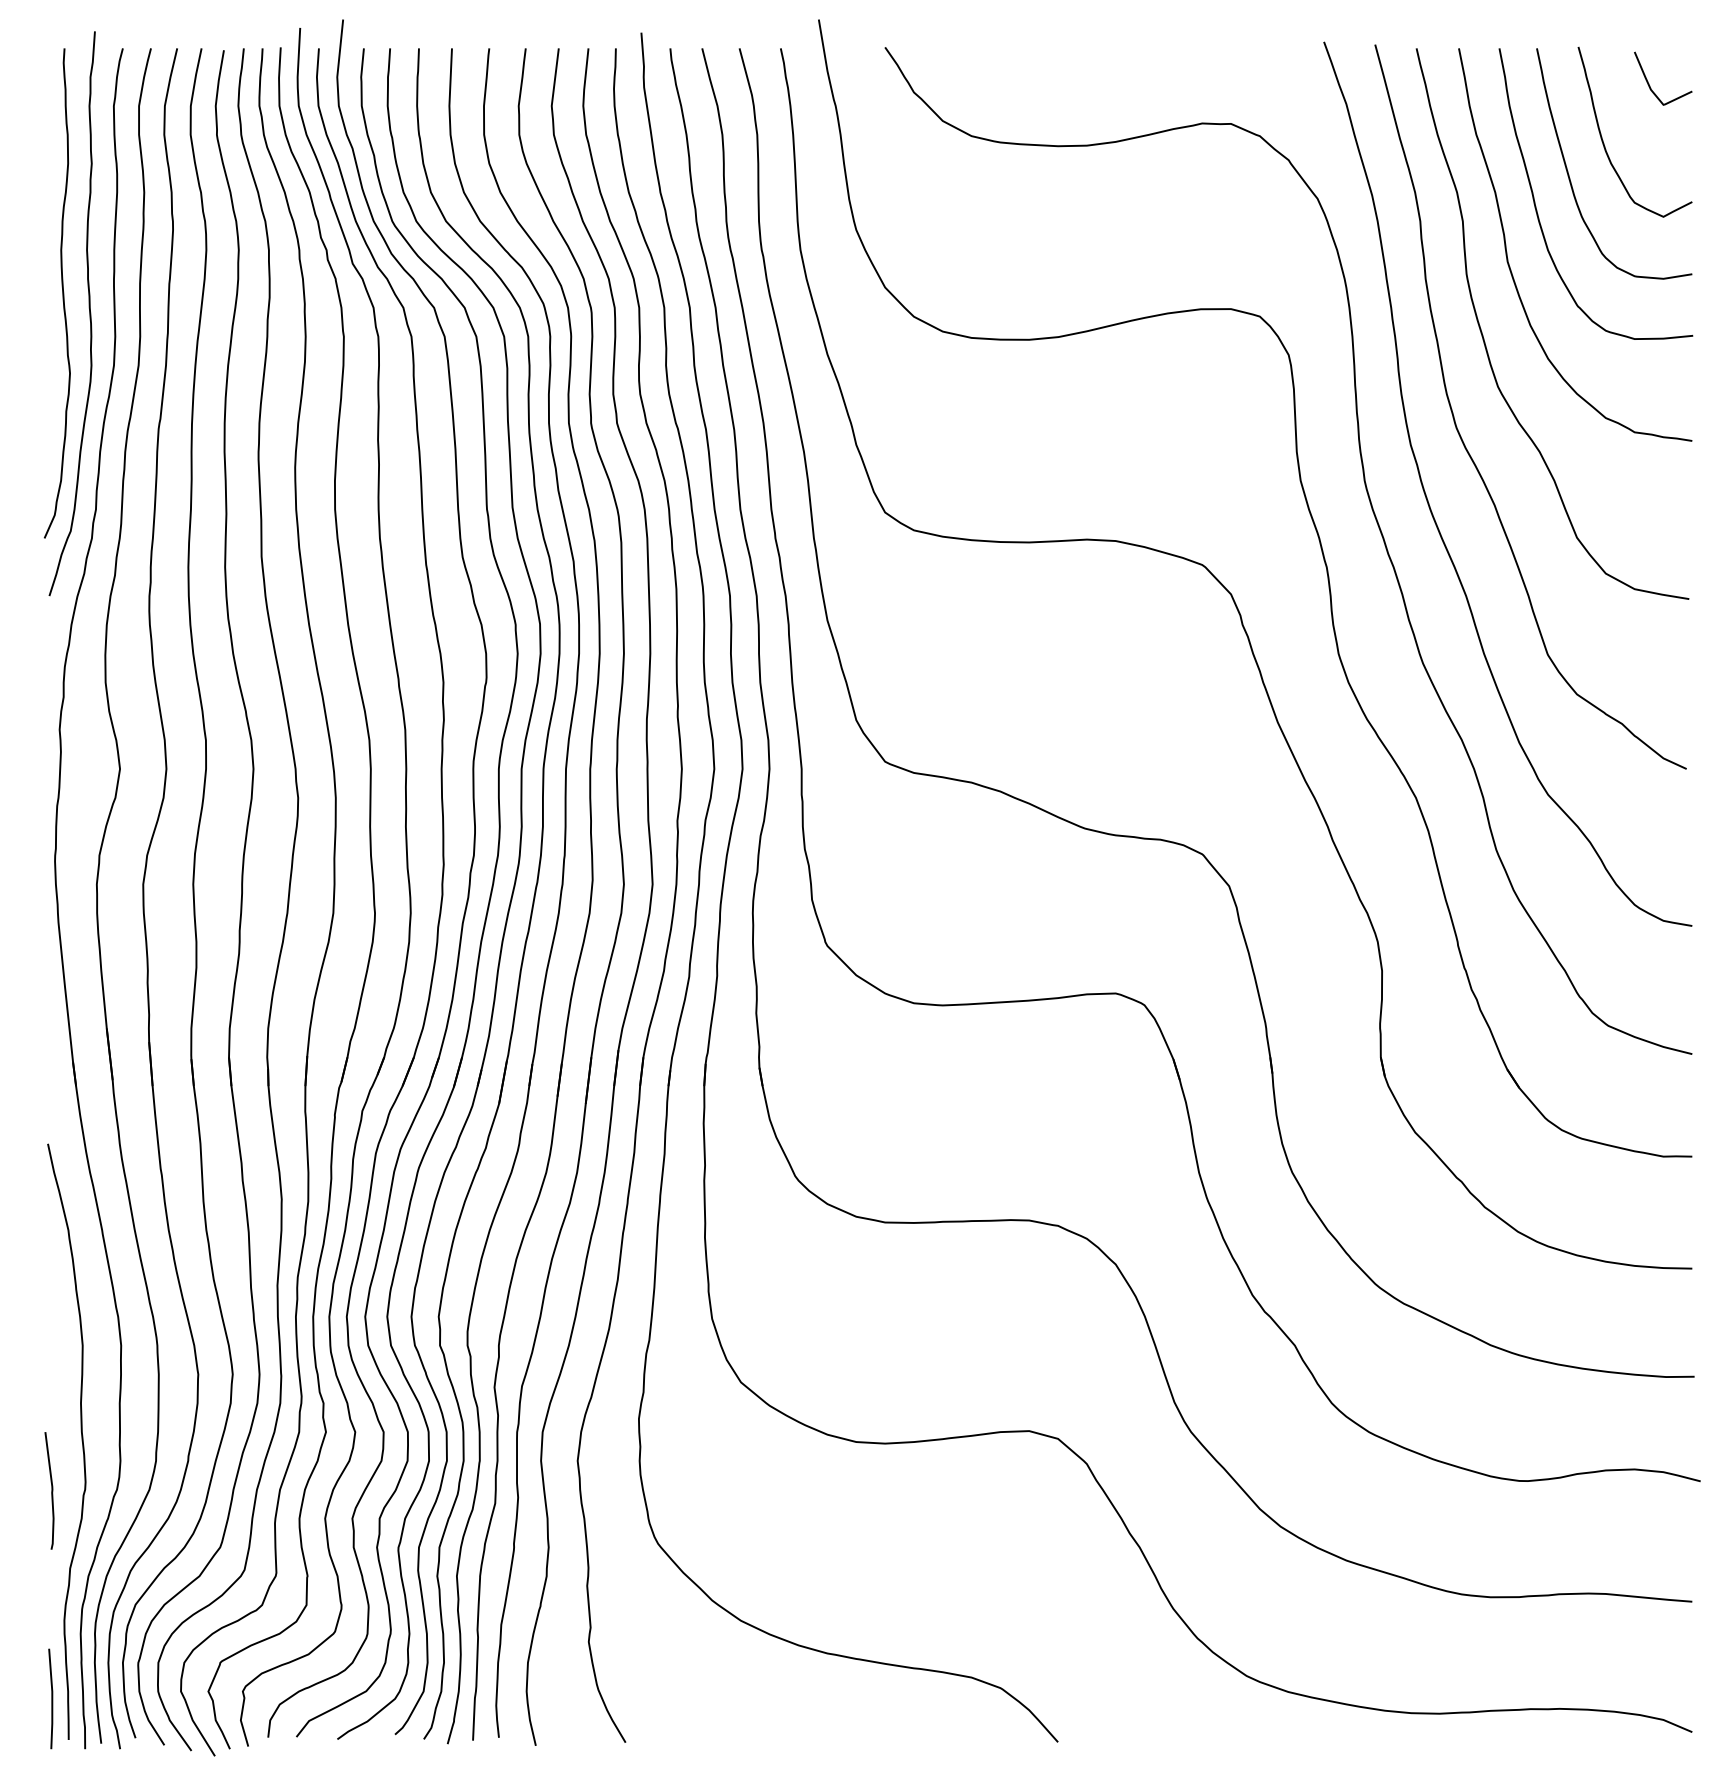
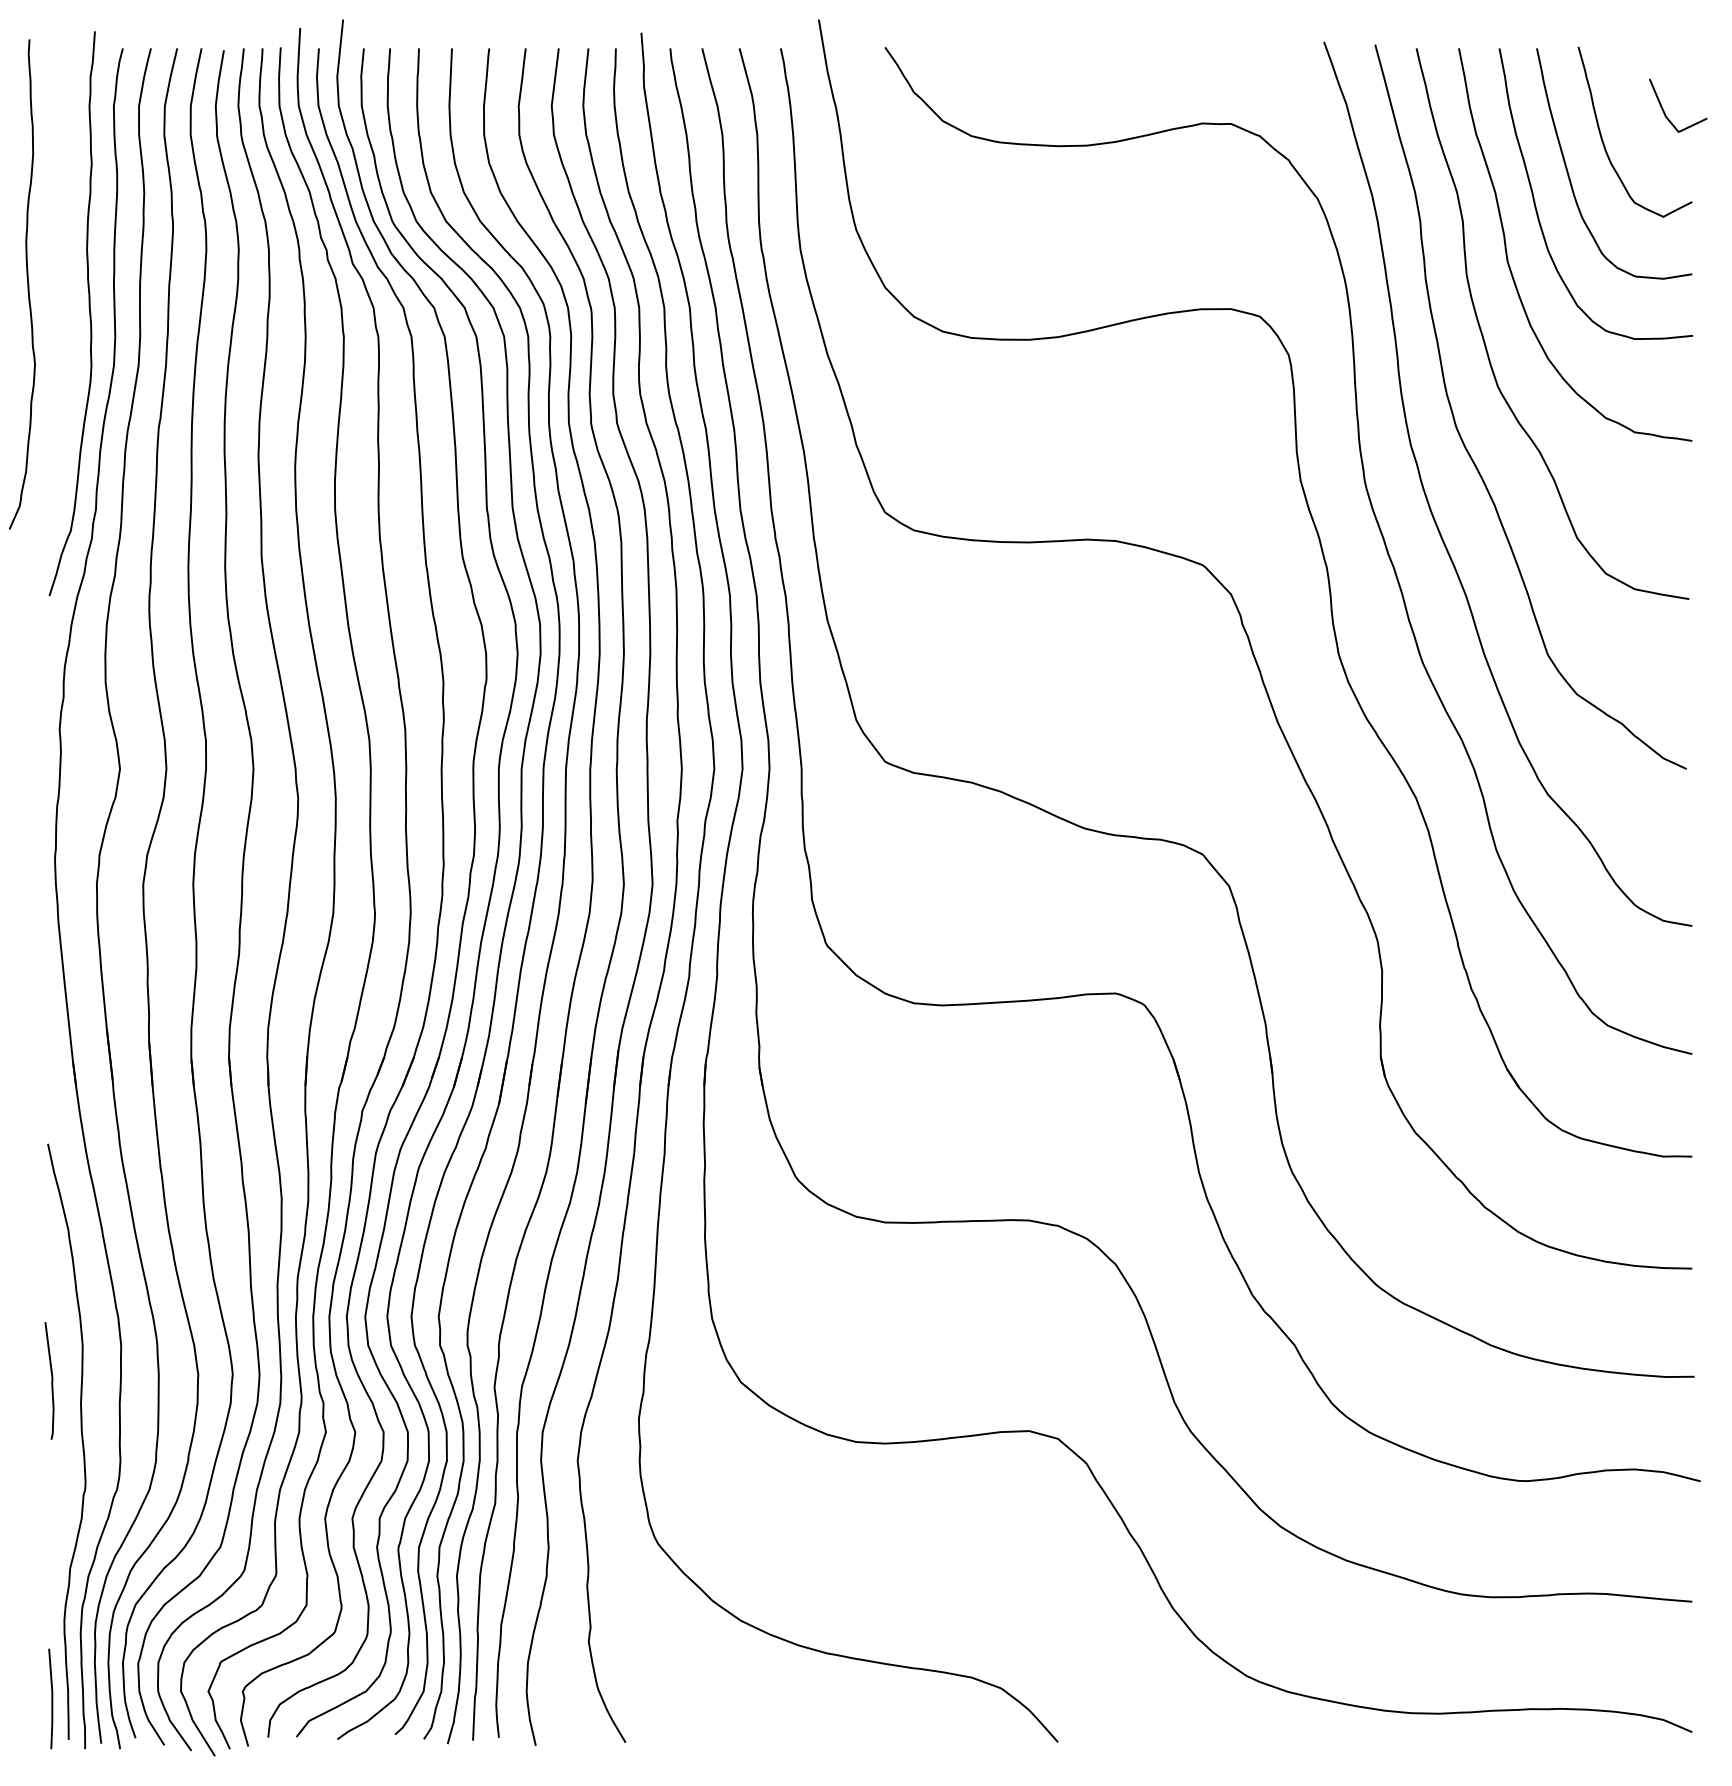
curve at (1650, 85) position: (1650, 85) -> (1665, 112)
curve at (62, 293) position: (62, 293) -> (27, 284)
curve at (51, 1490) position: (51, 1490) -> (51, 1380)
